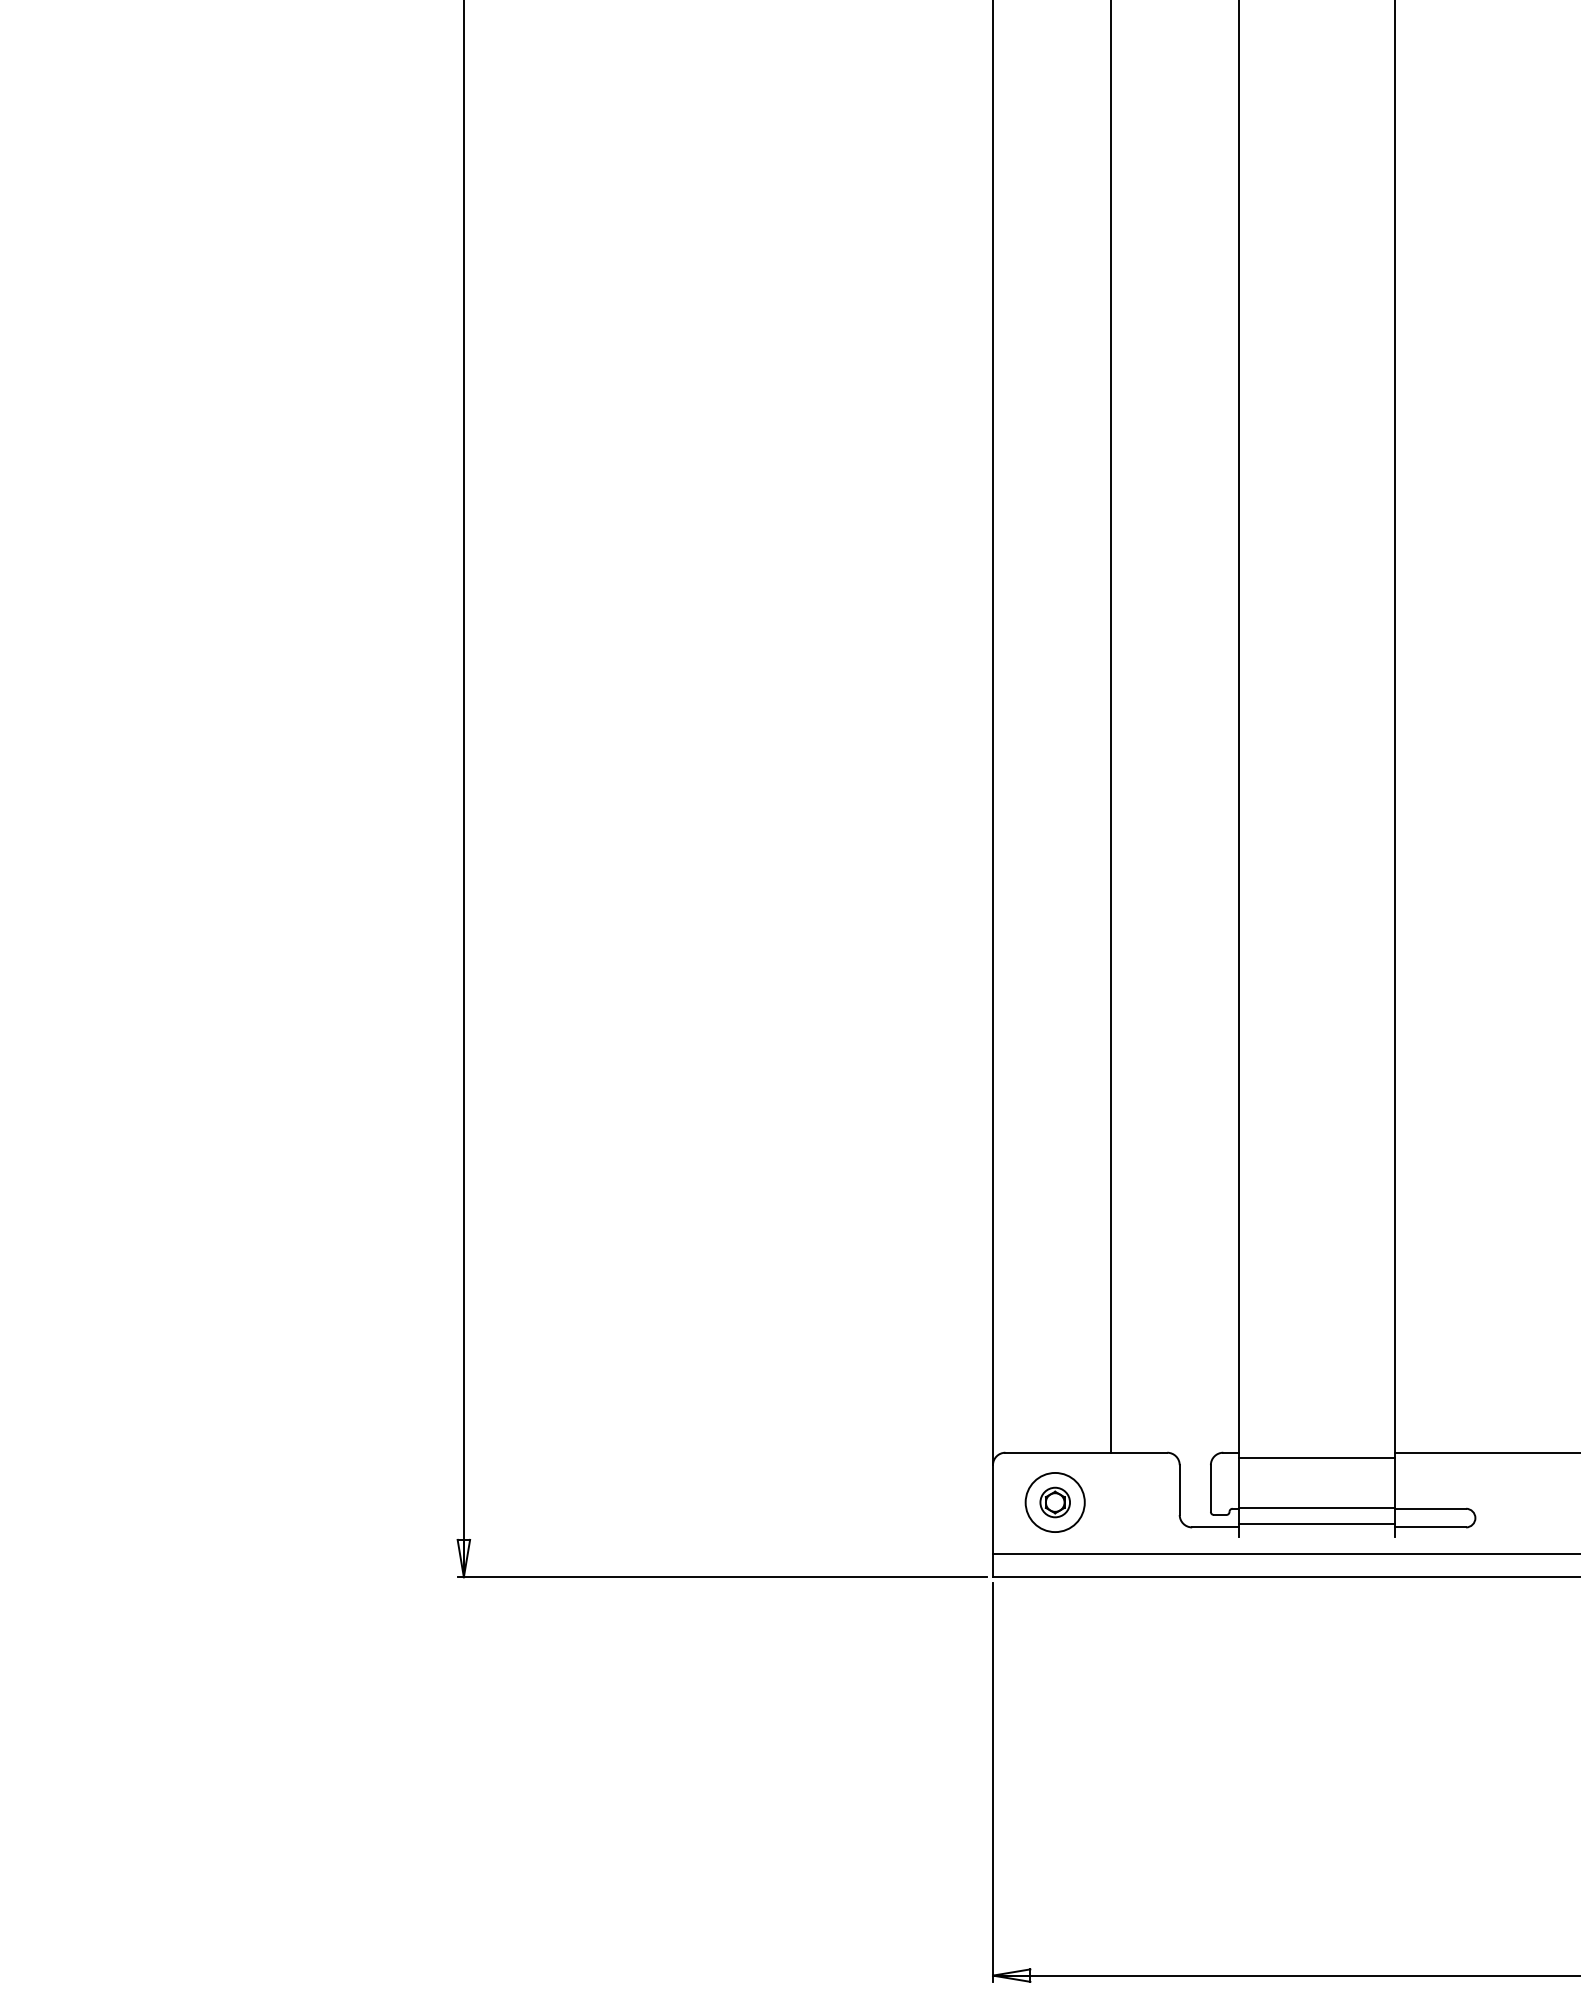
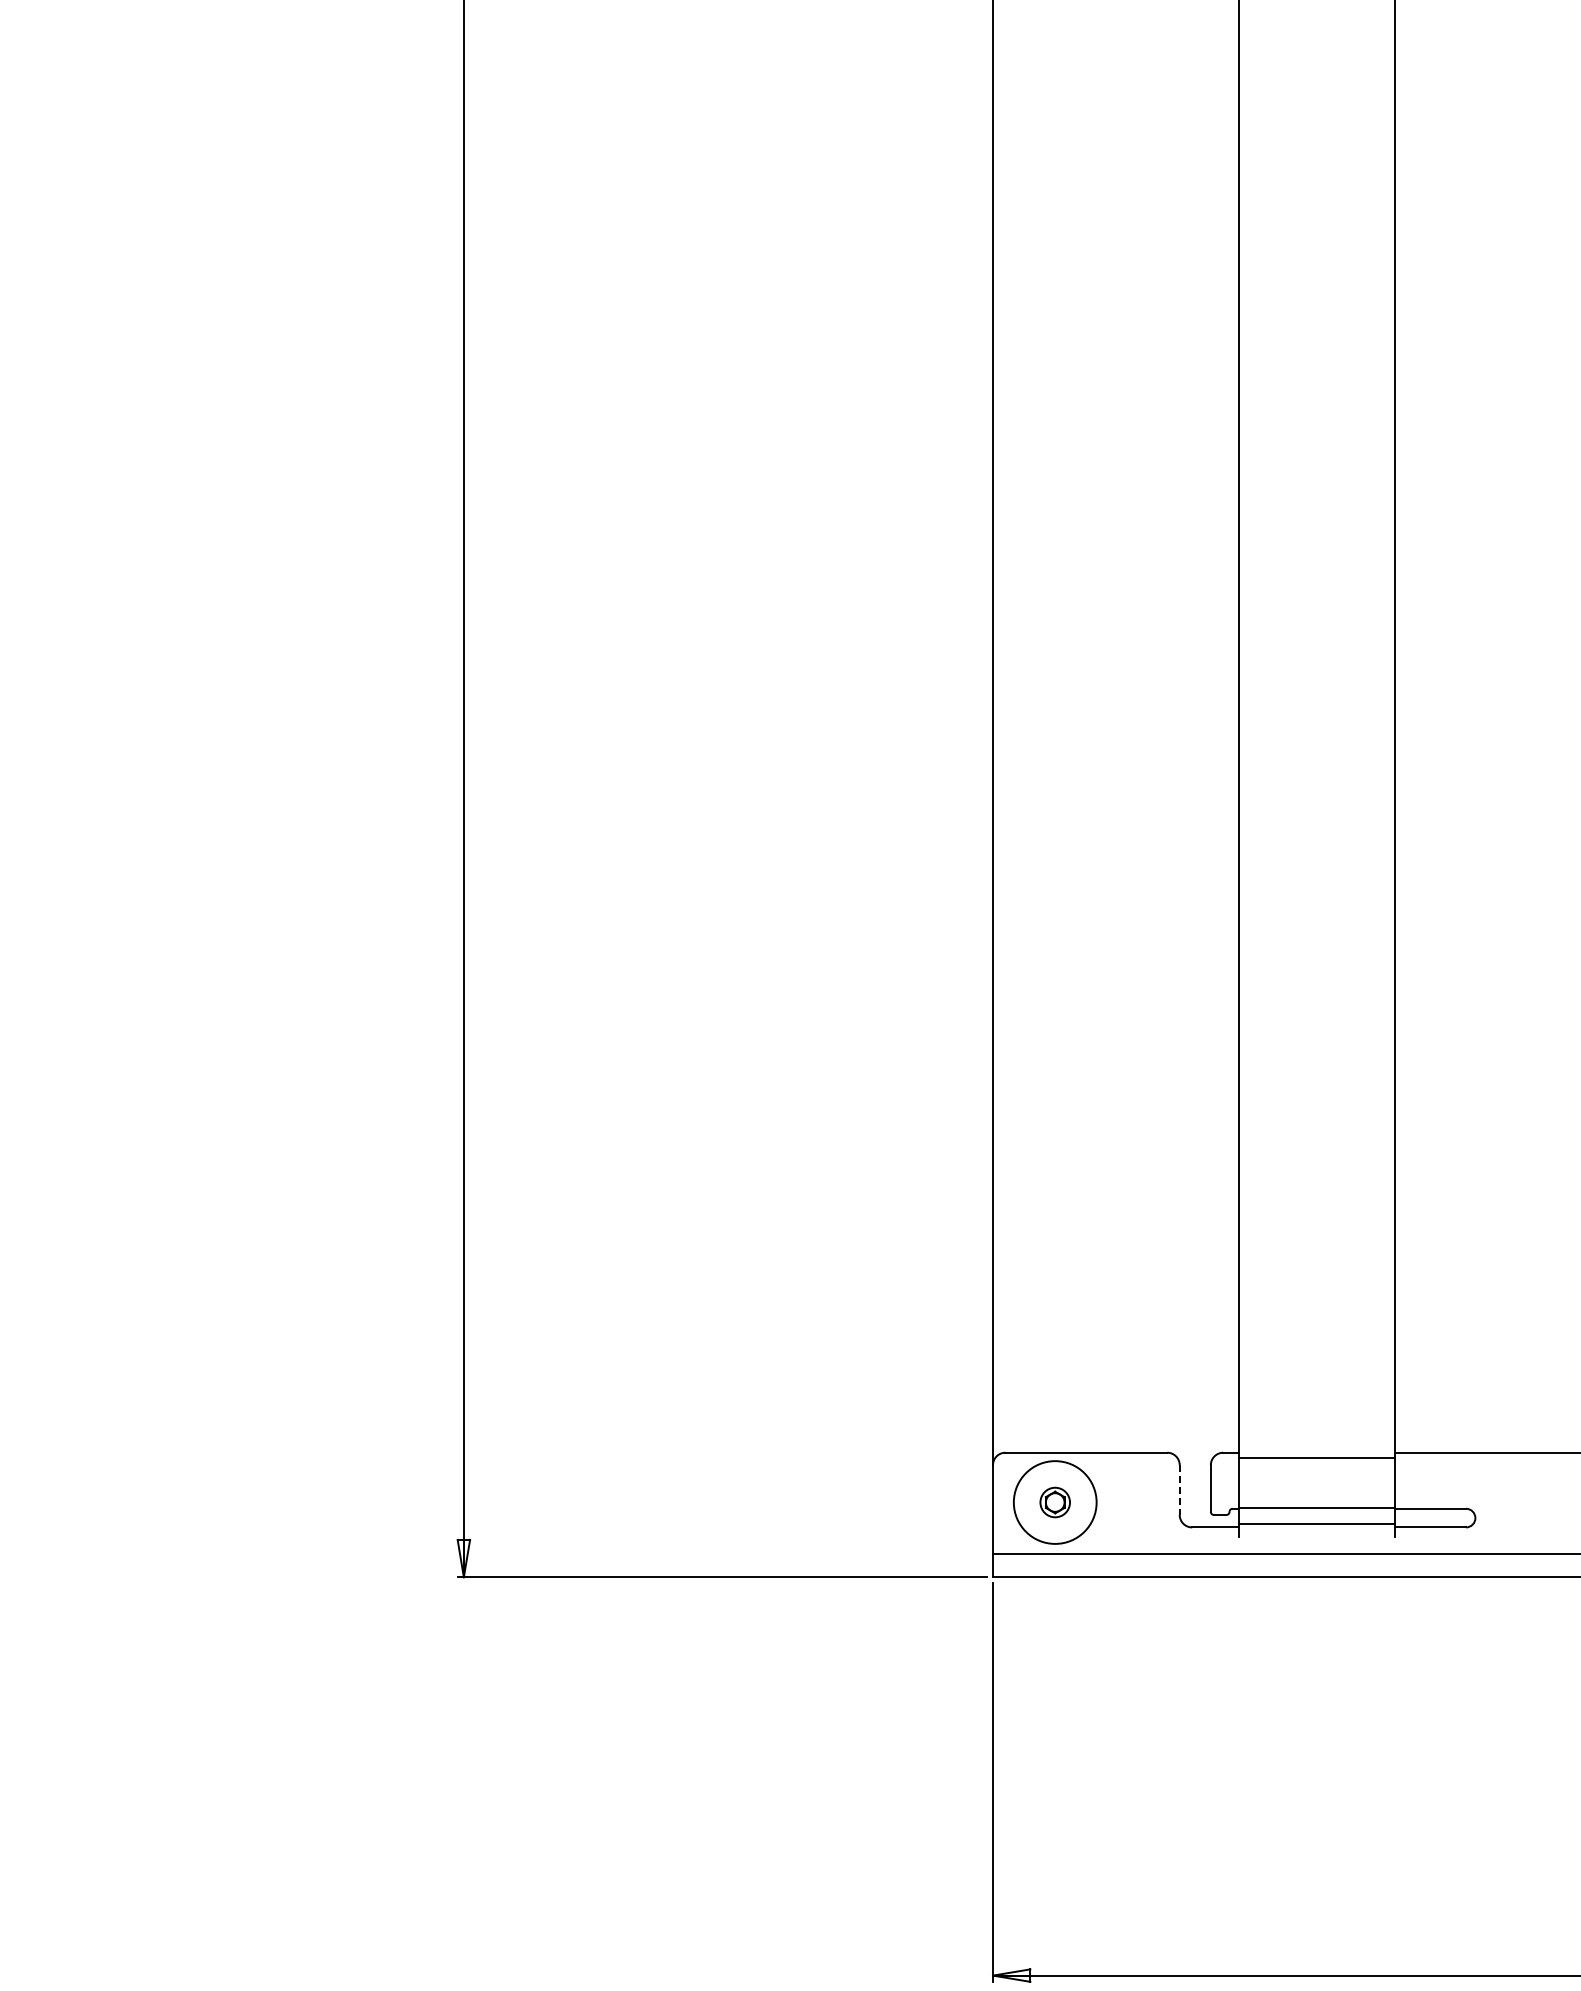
line at (1111, 727): present -> none
line at (1179, 1490): solid -> dashed
circle at (1054, 1502) diameter: 59 px -> 83 px
